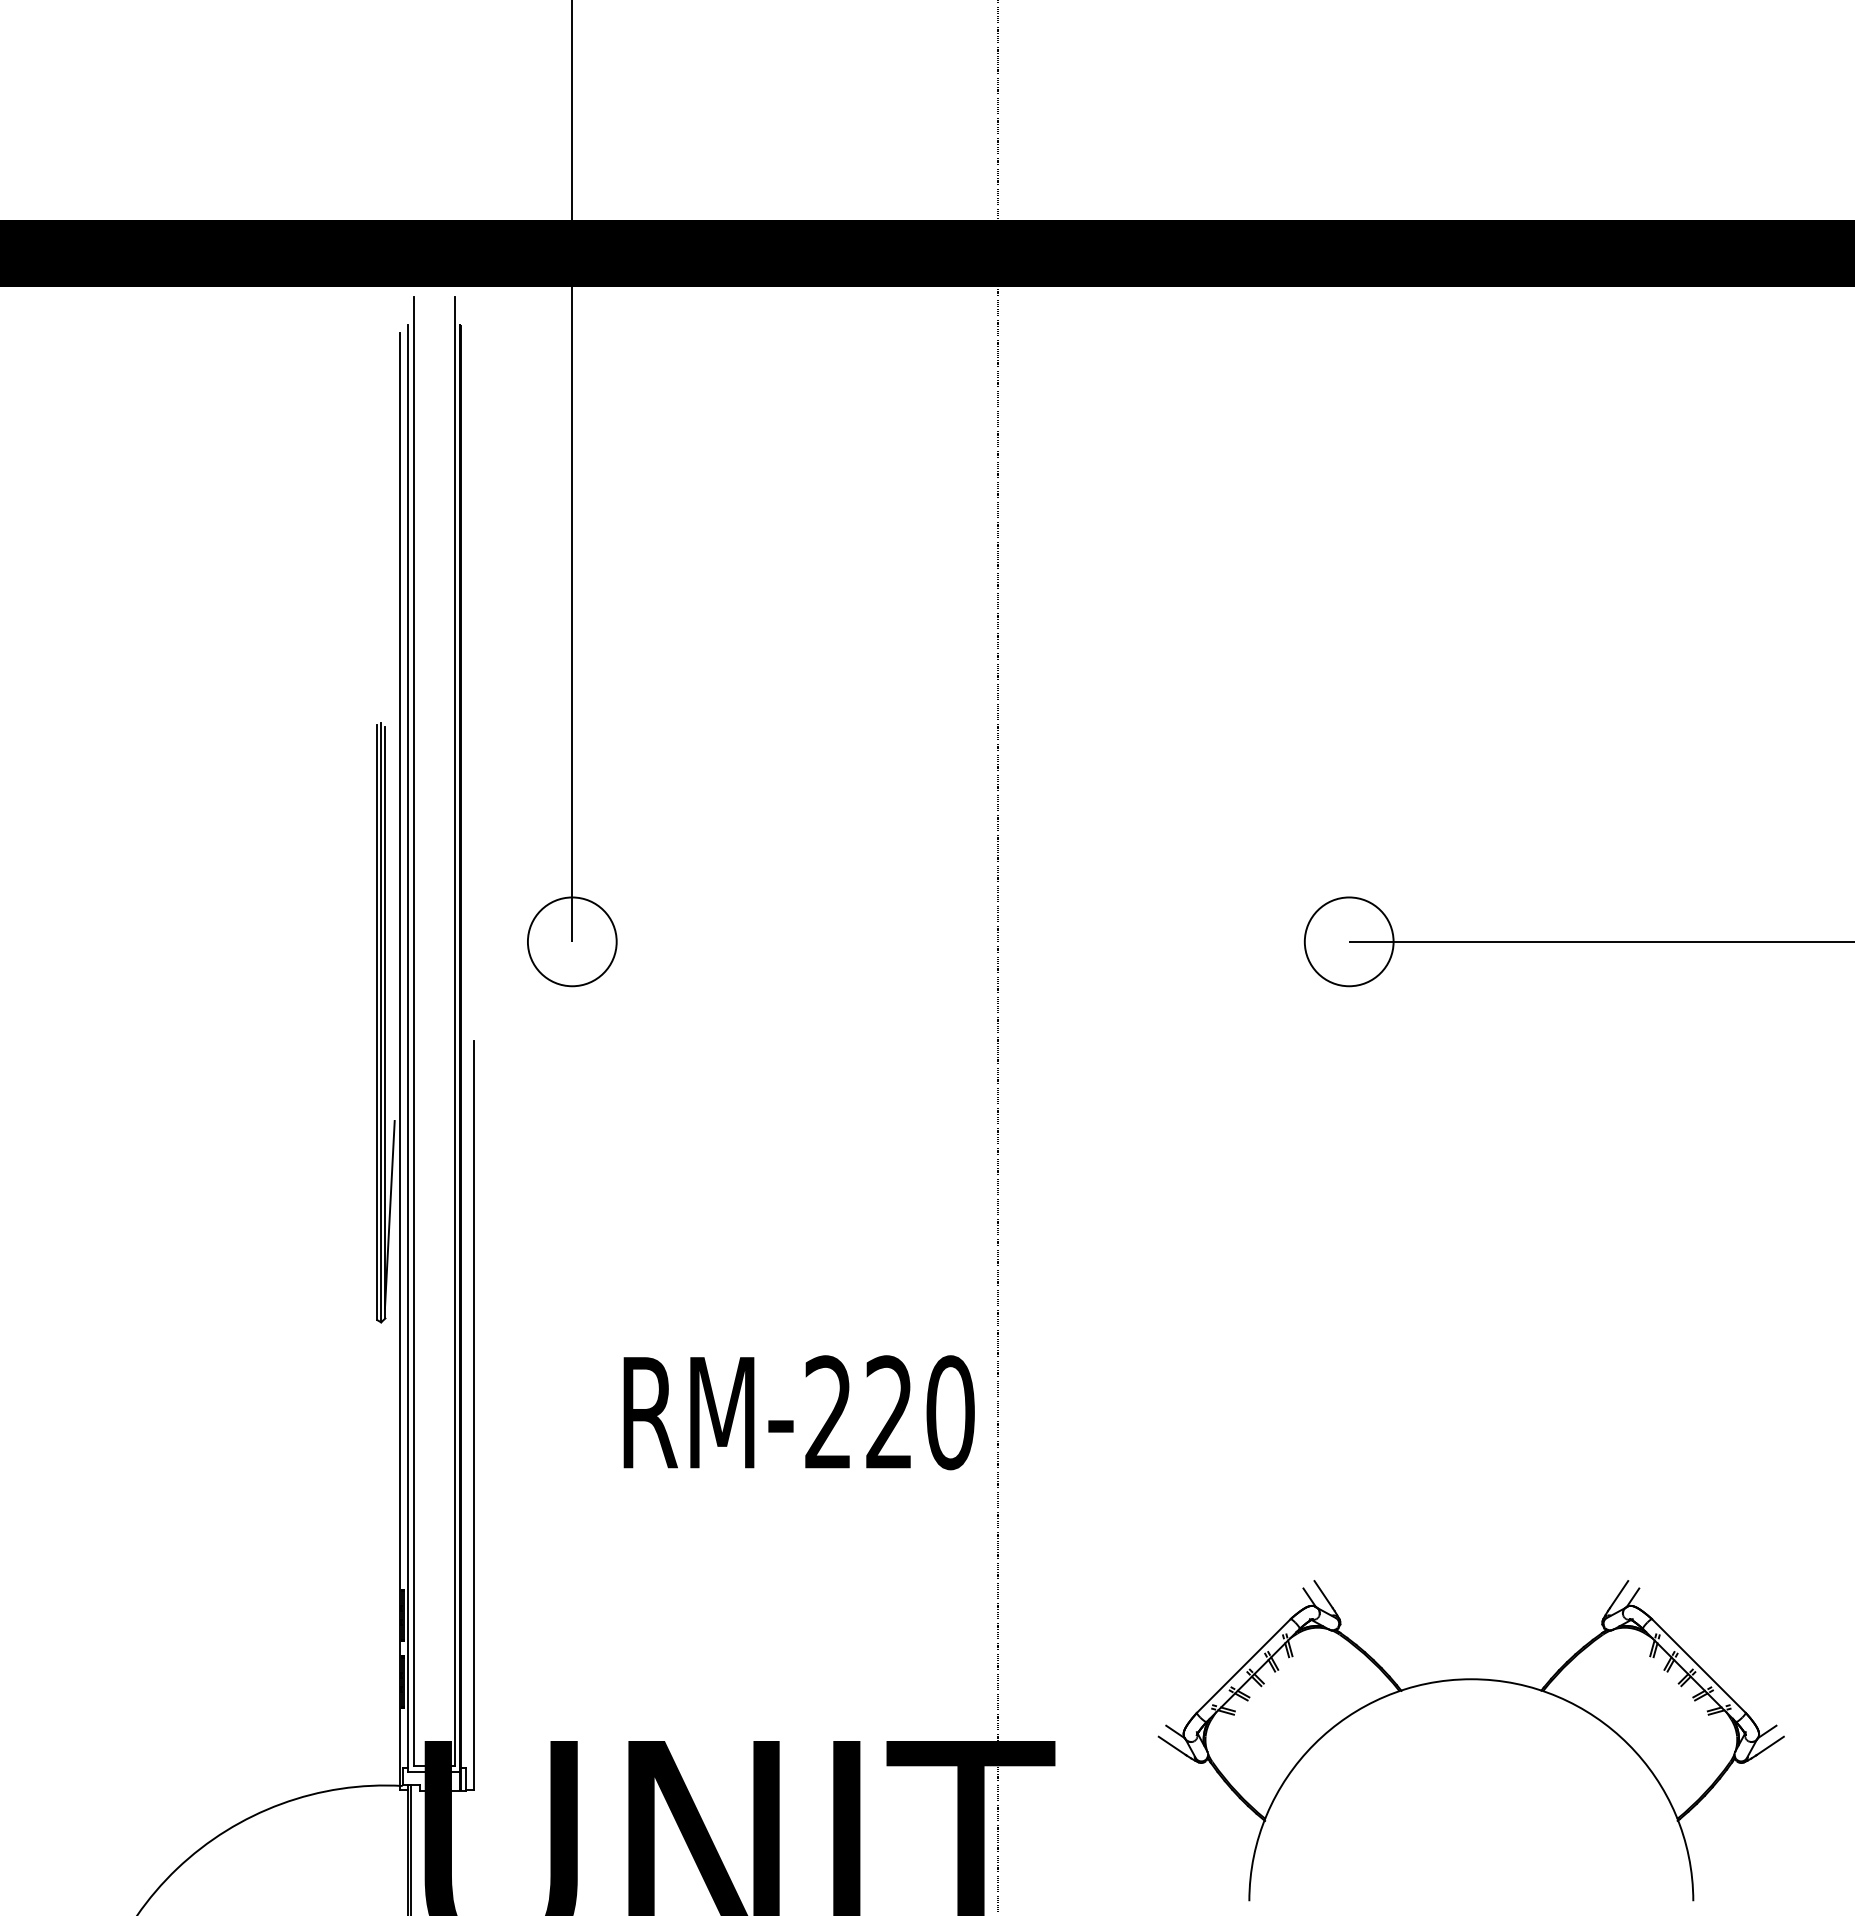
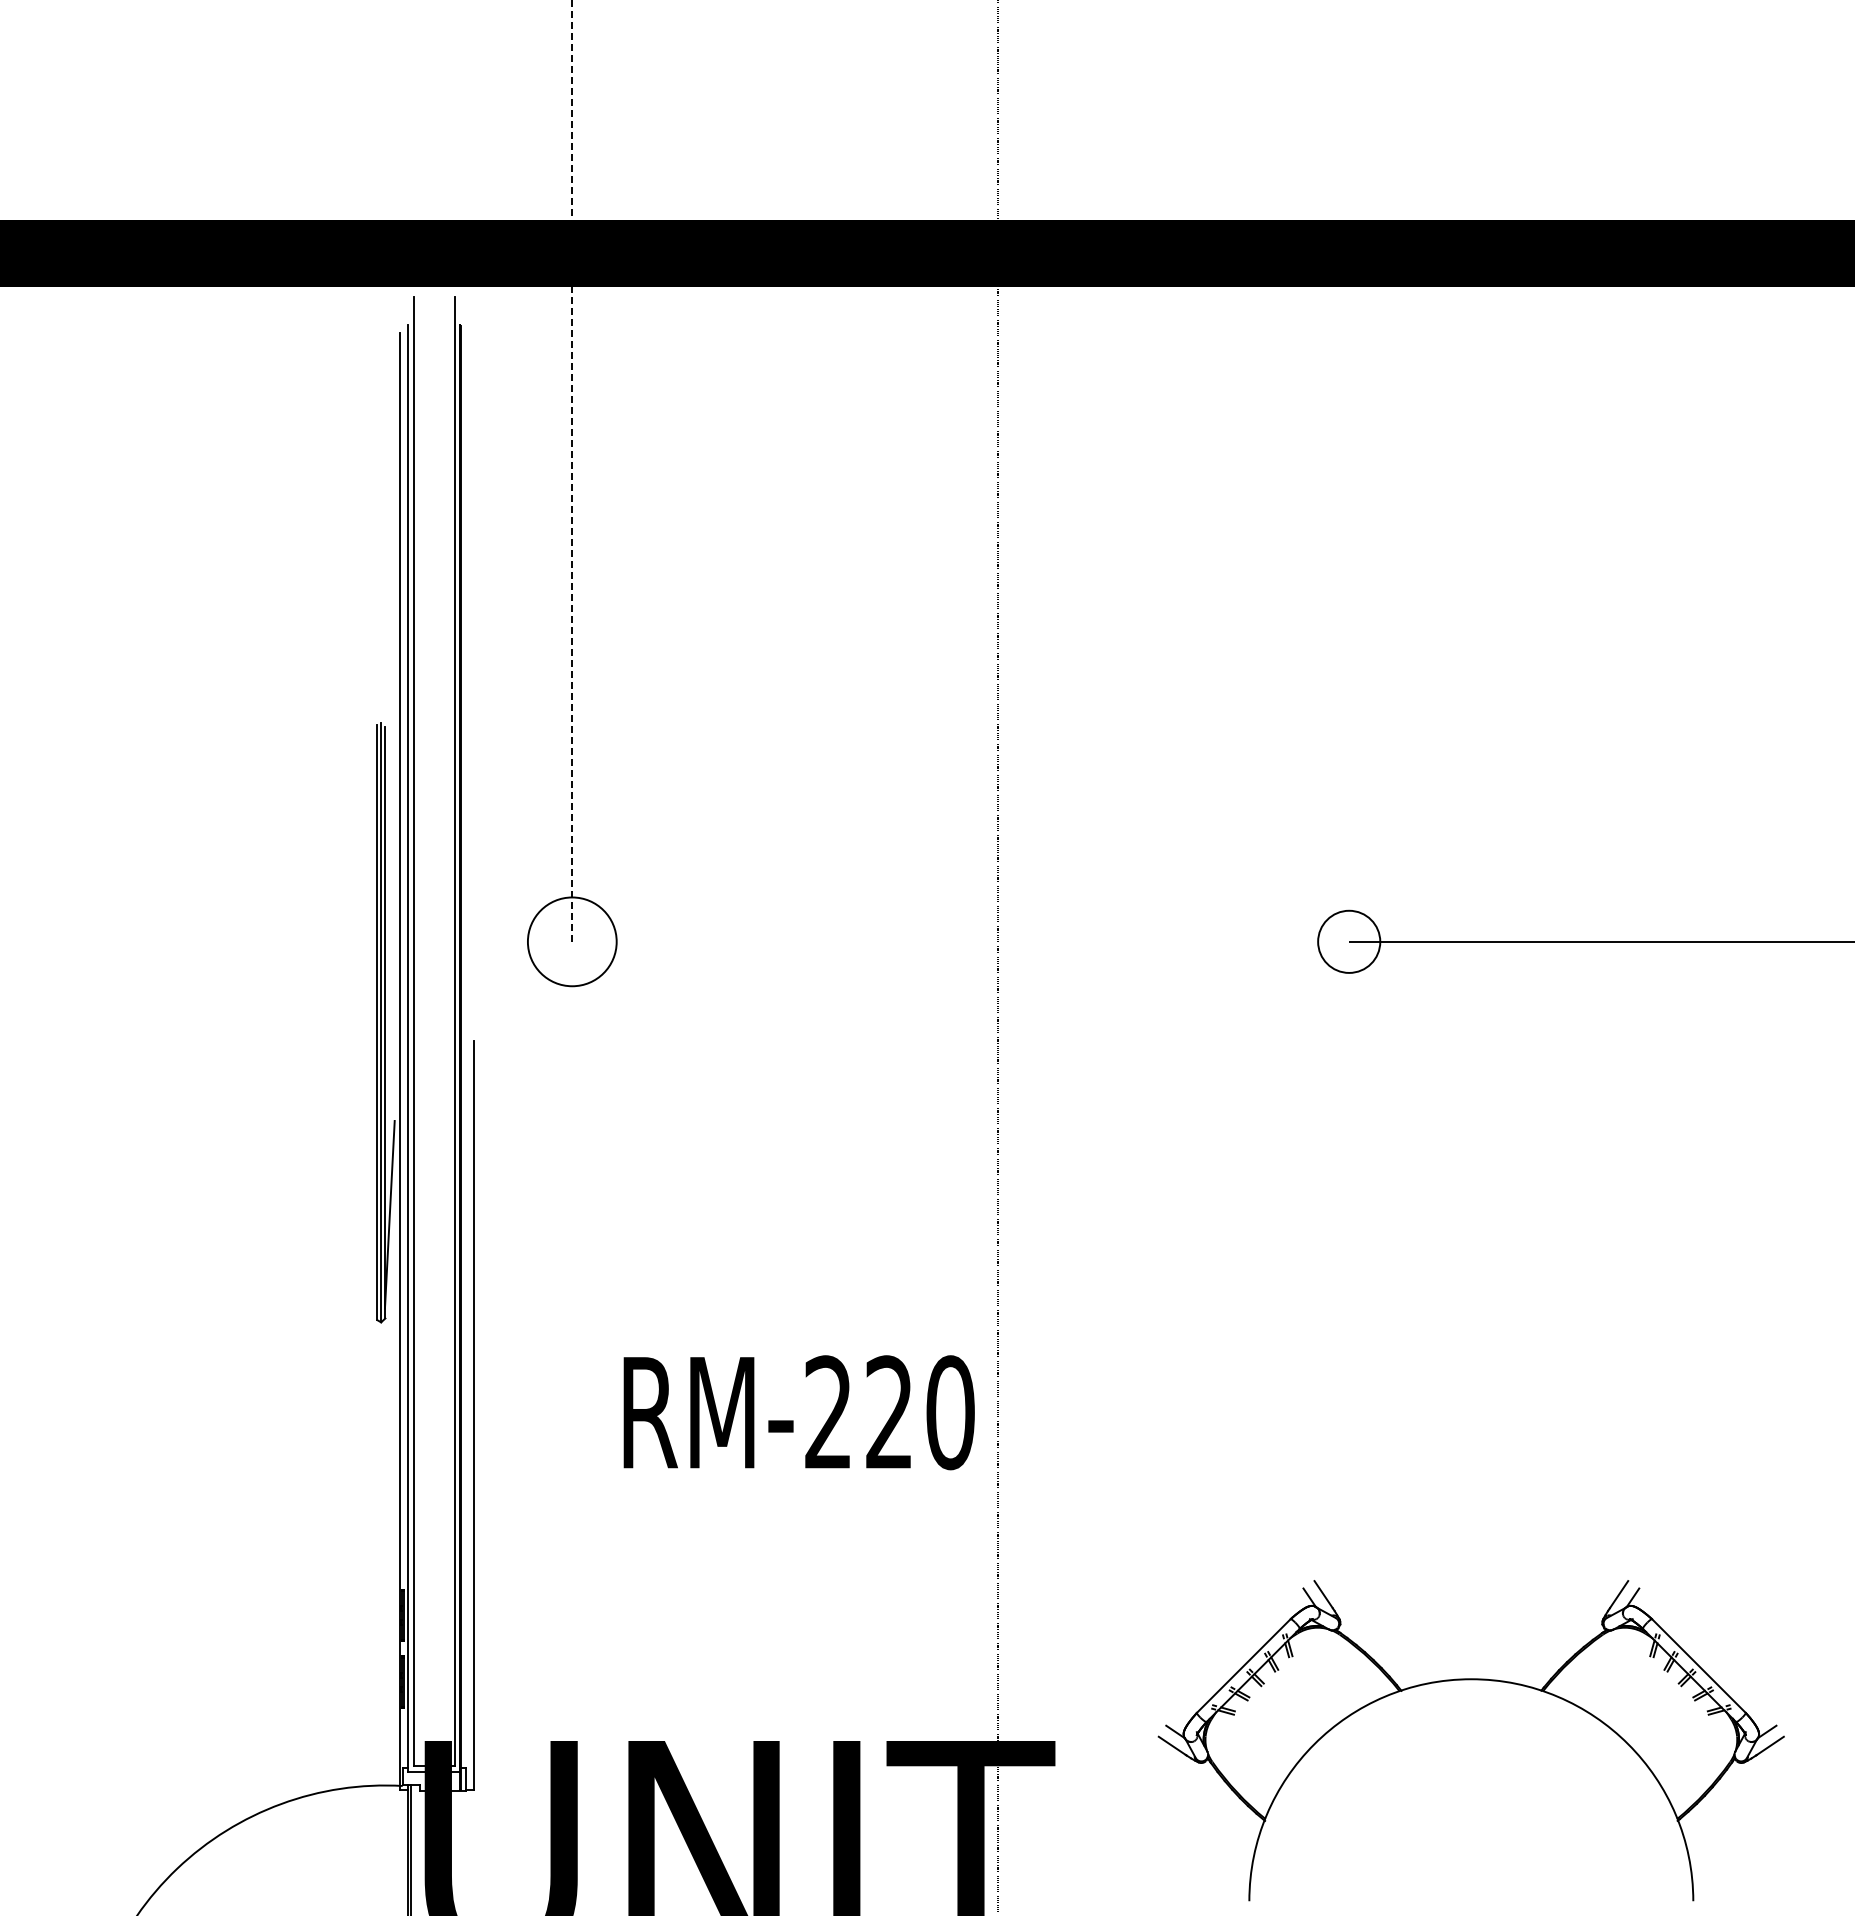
line at (572, 470): solid -> dashed
circle at (1348, 941) diameter: 89 px -> 62 px
